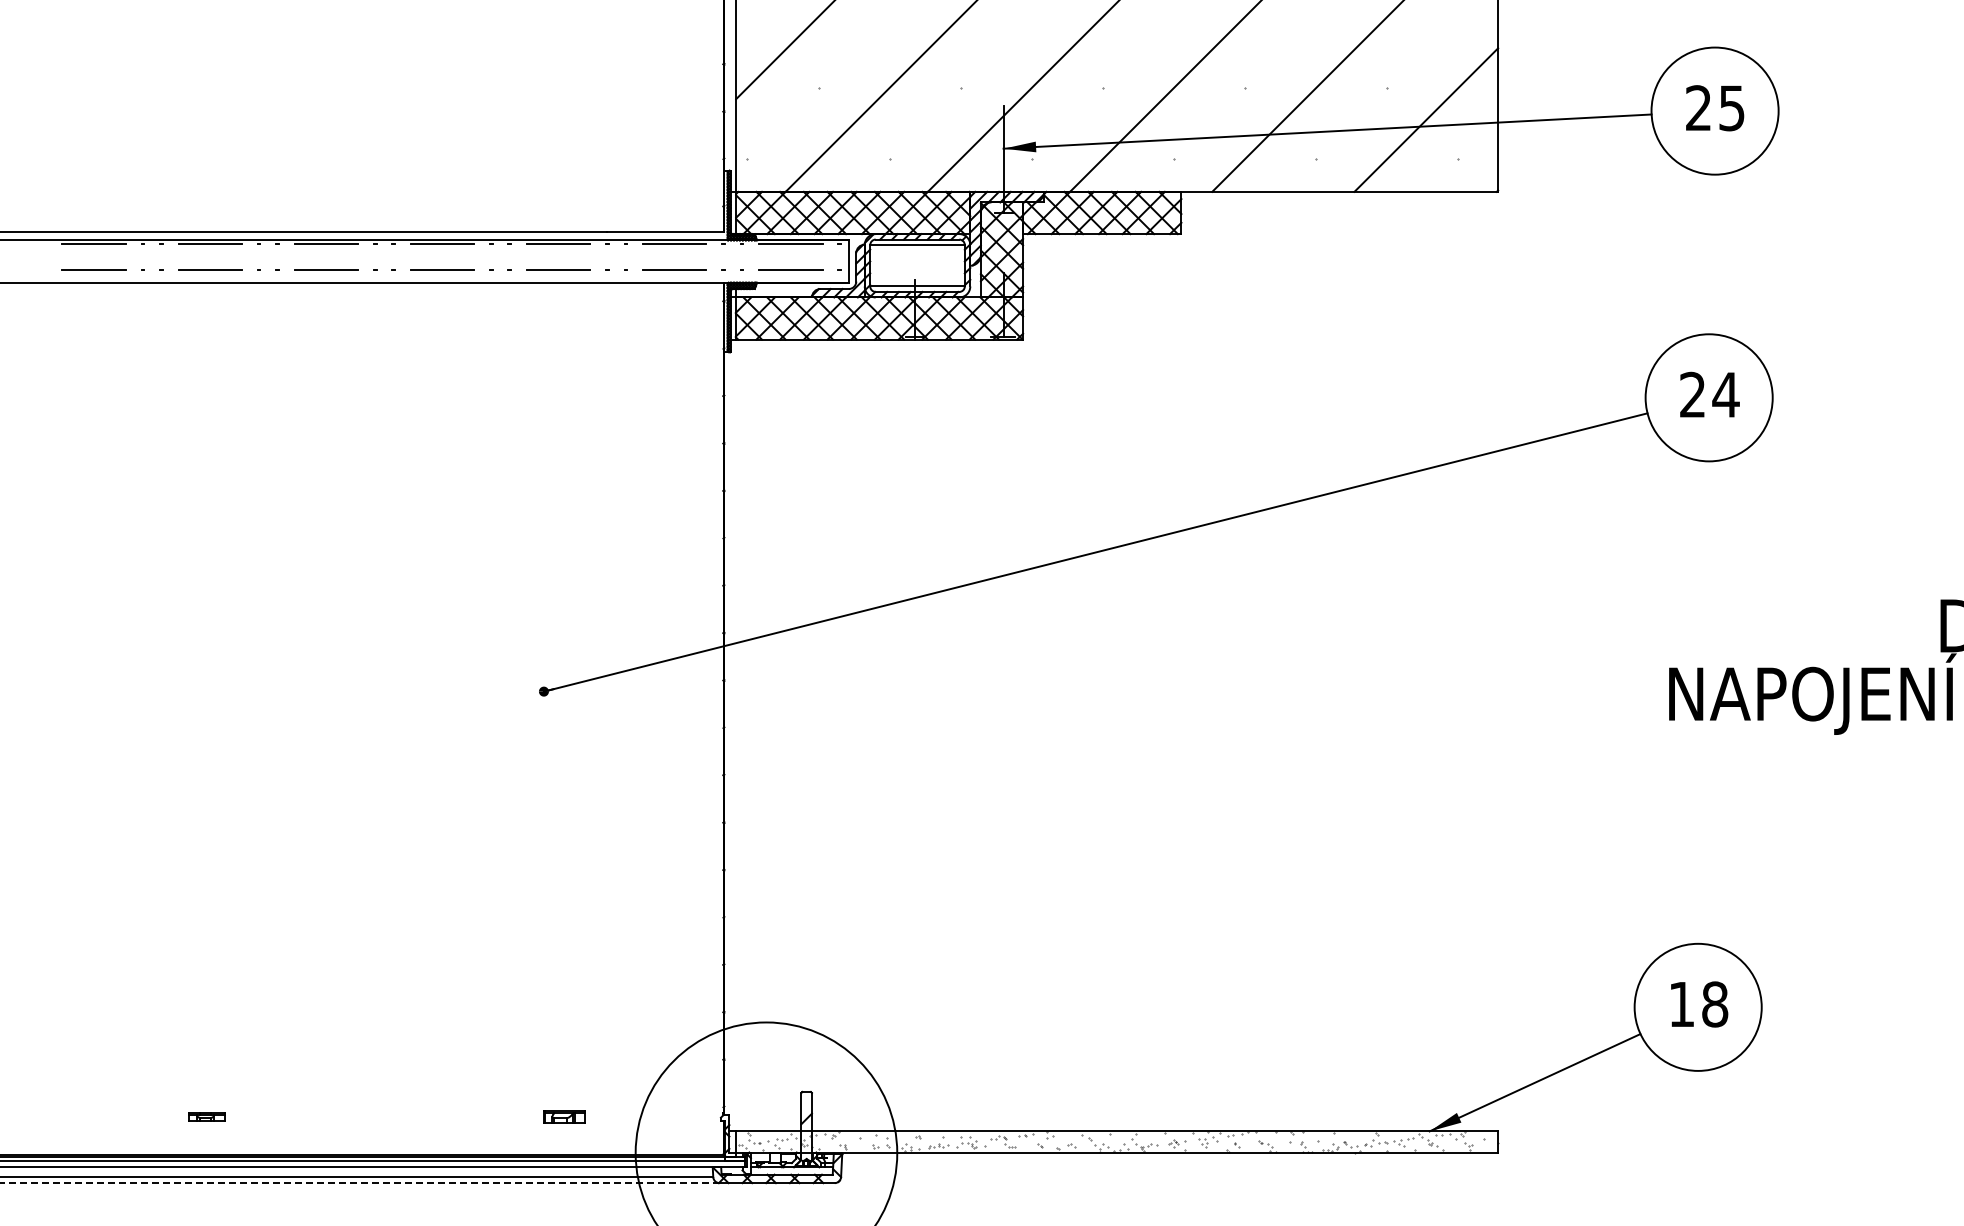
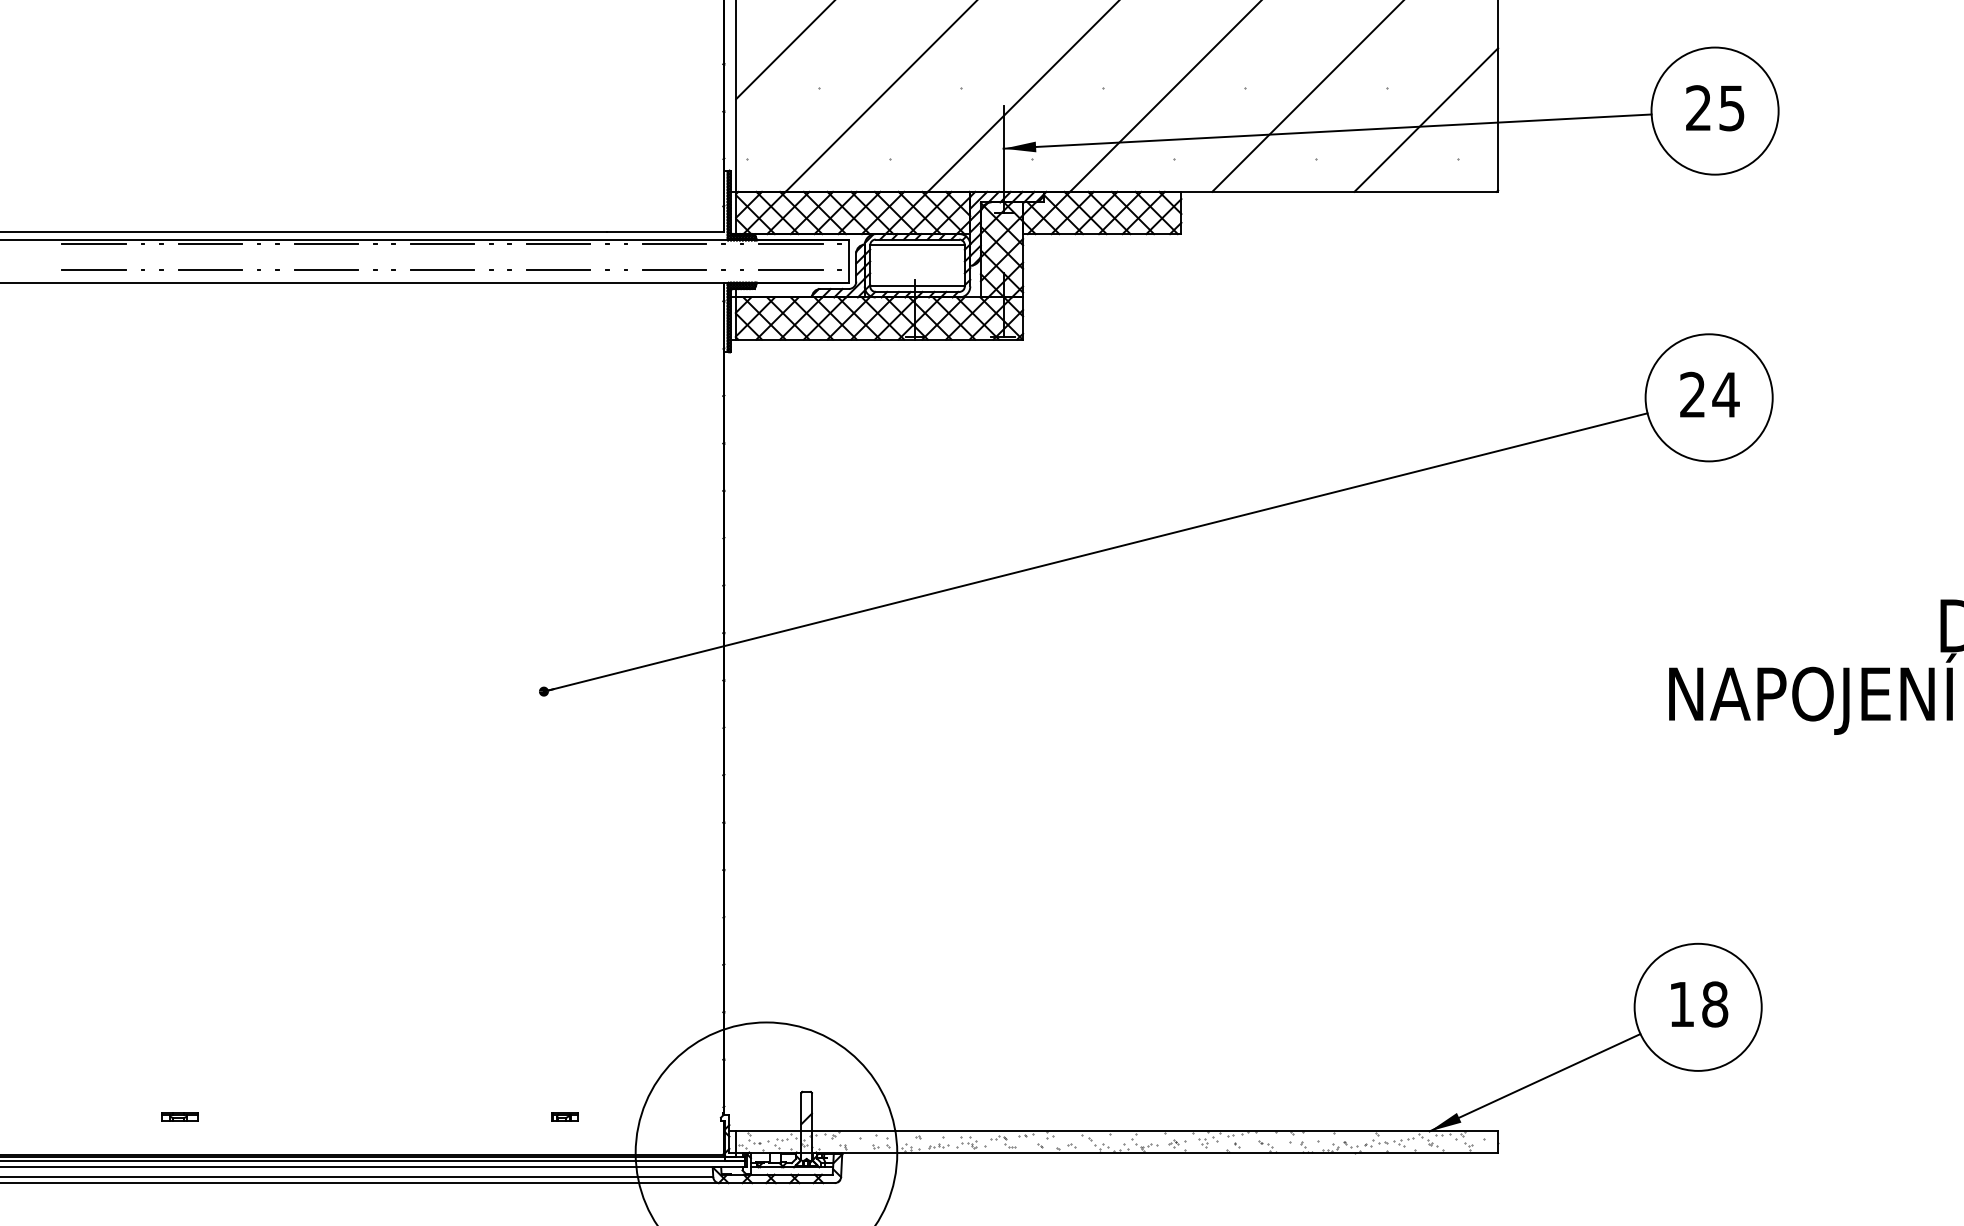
part at (206, 1116) position: (206, 1116) -> (179, 1116)
part at (564, 1116) size: 43x14 px -> 28x10 px
line at (359, 1183): dashed -> solid
